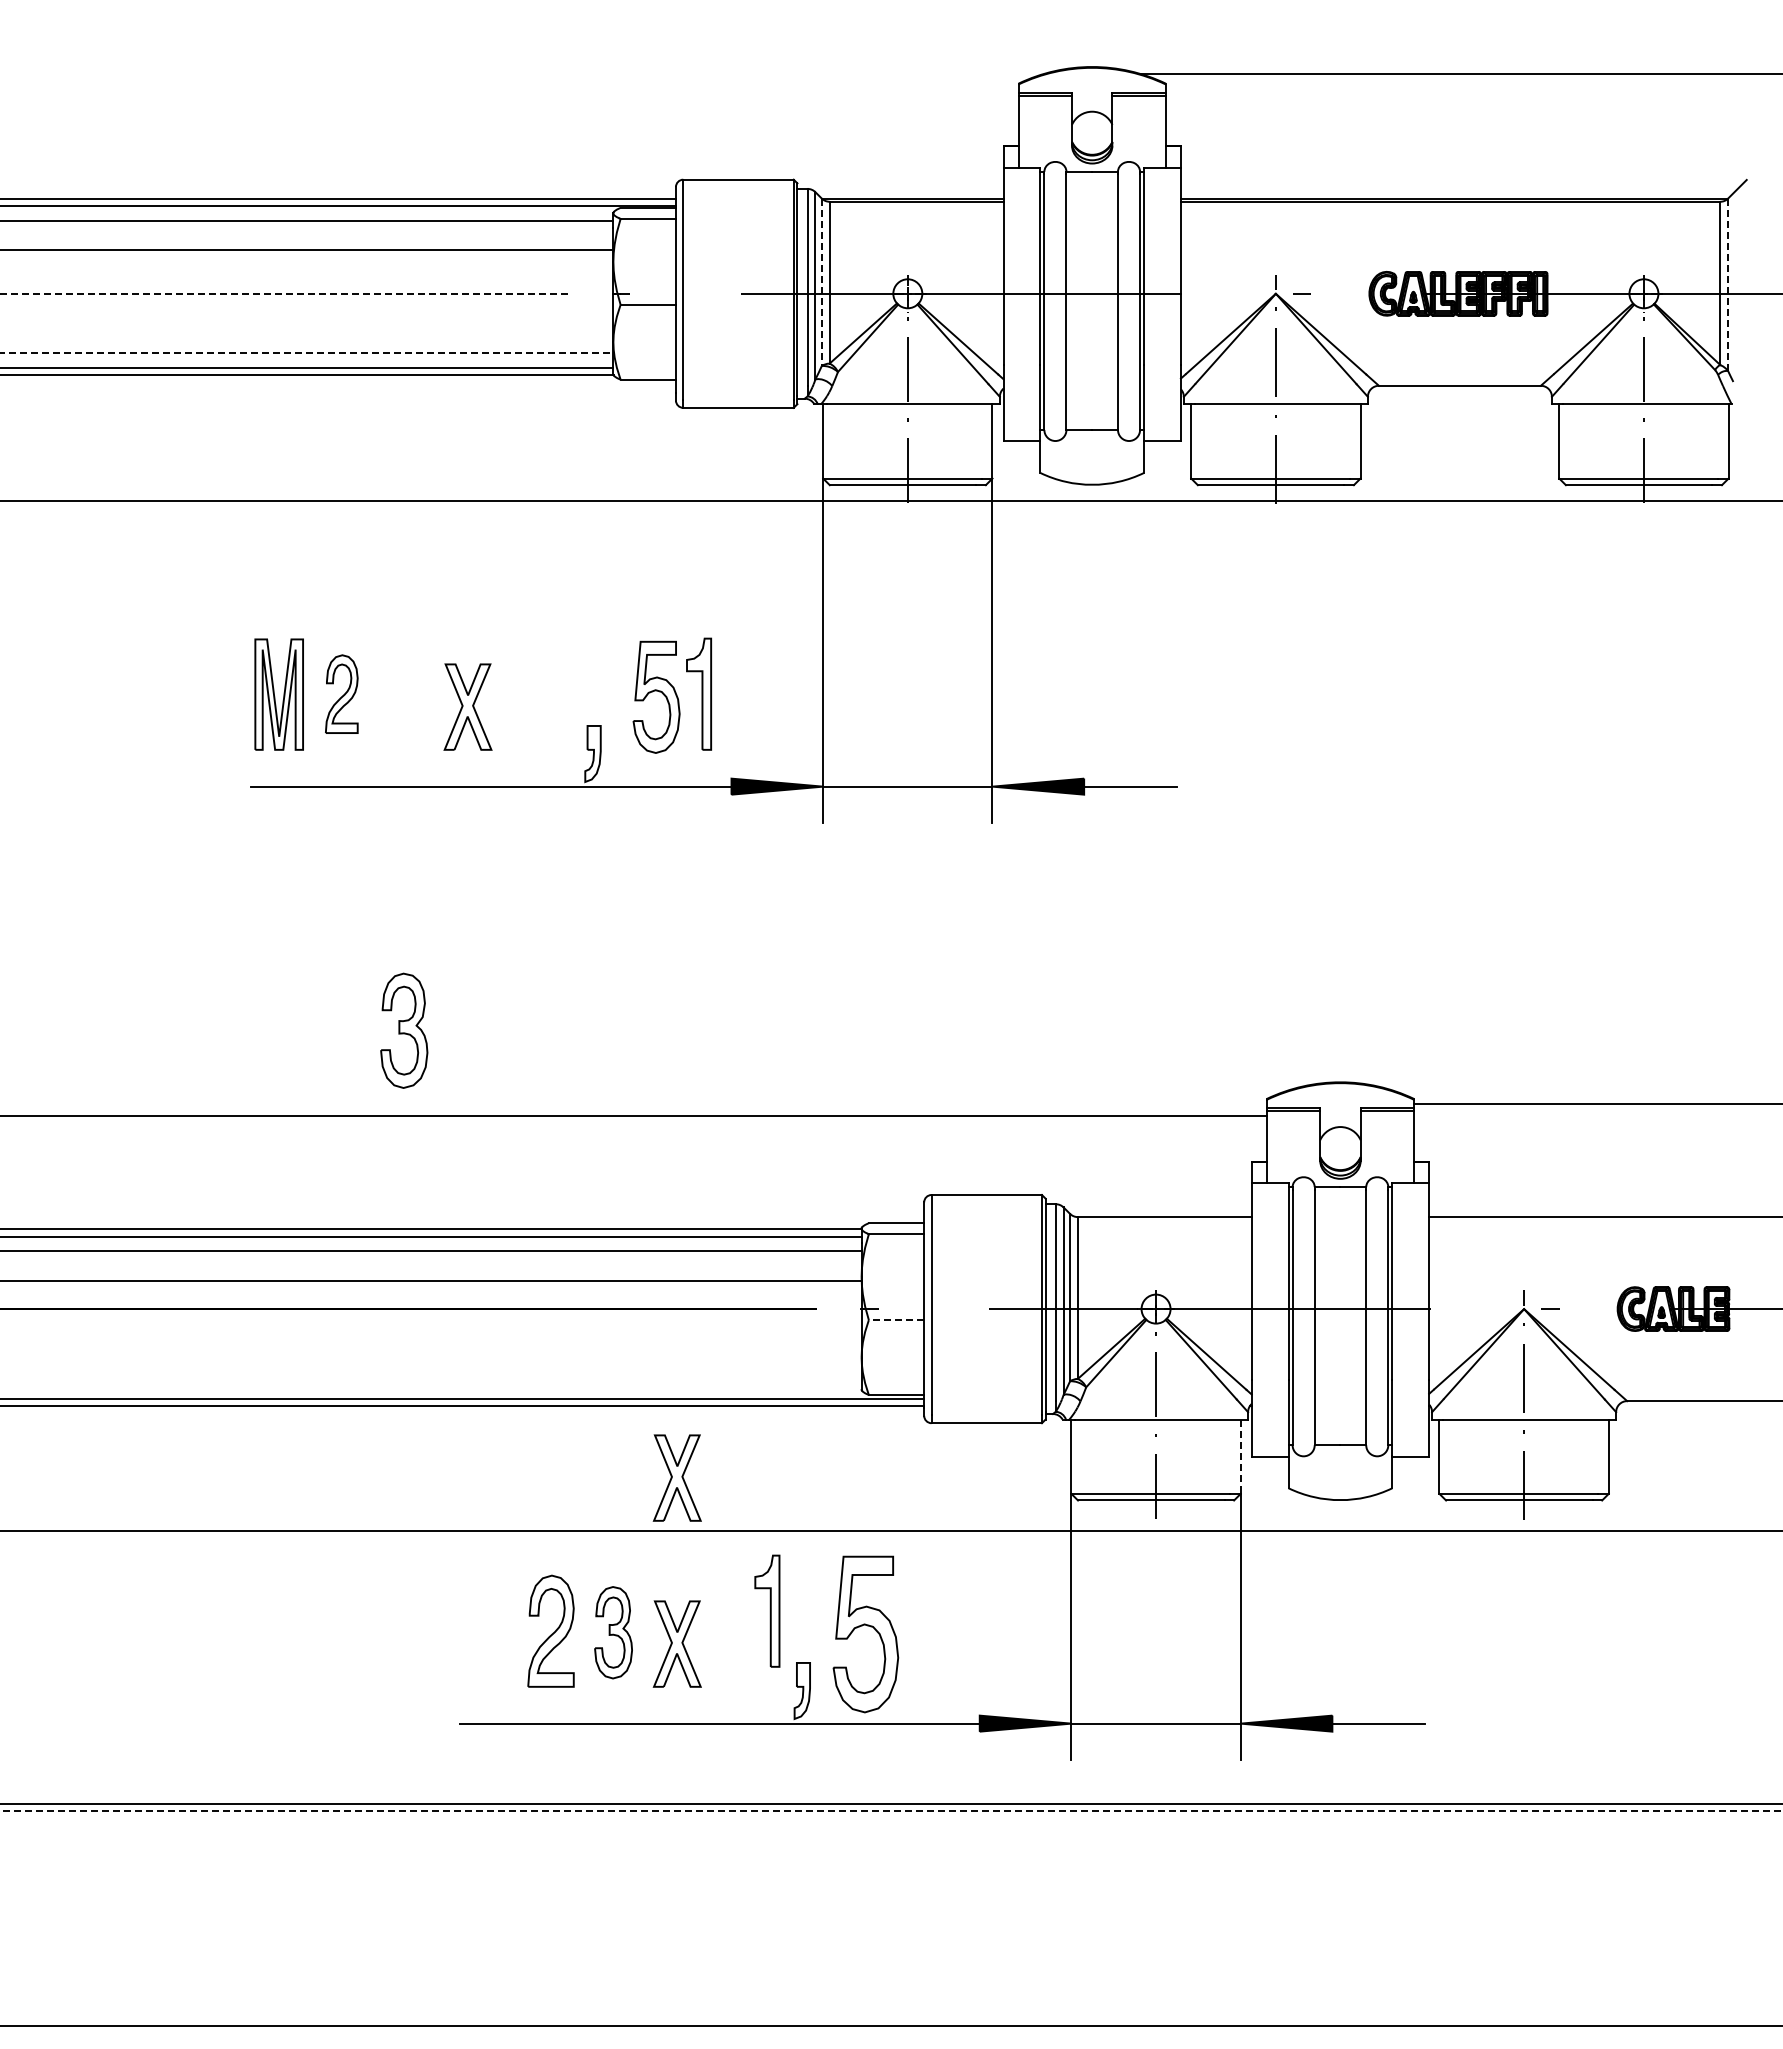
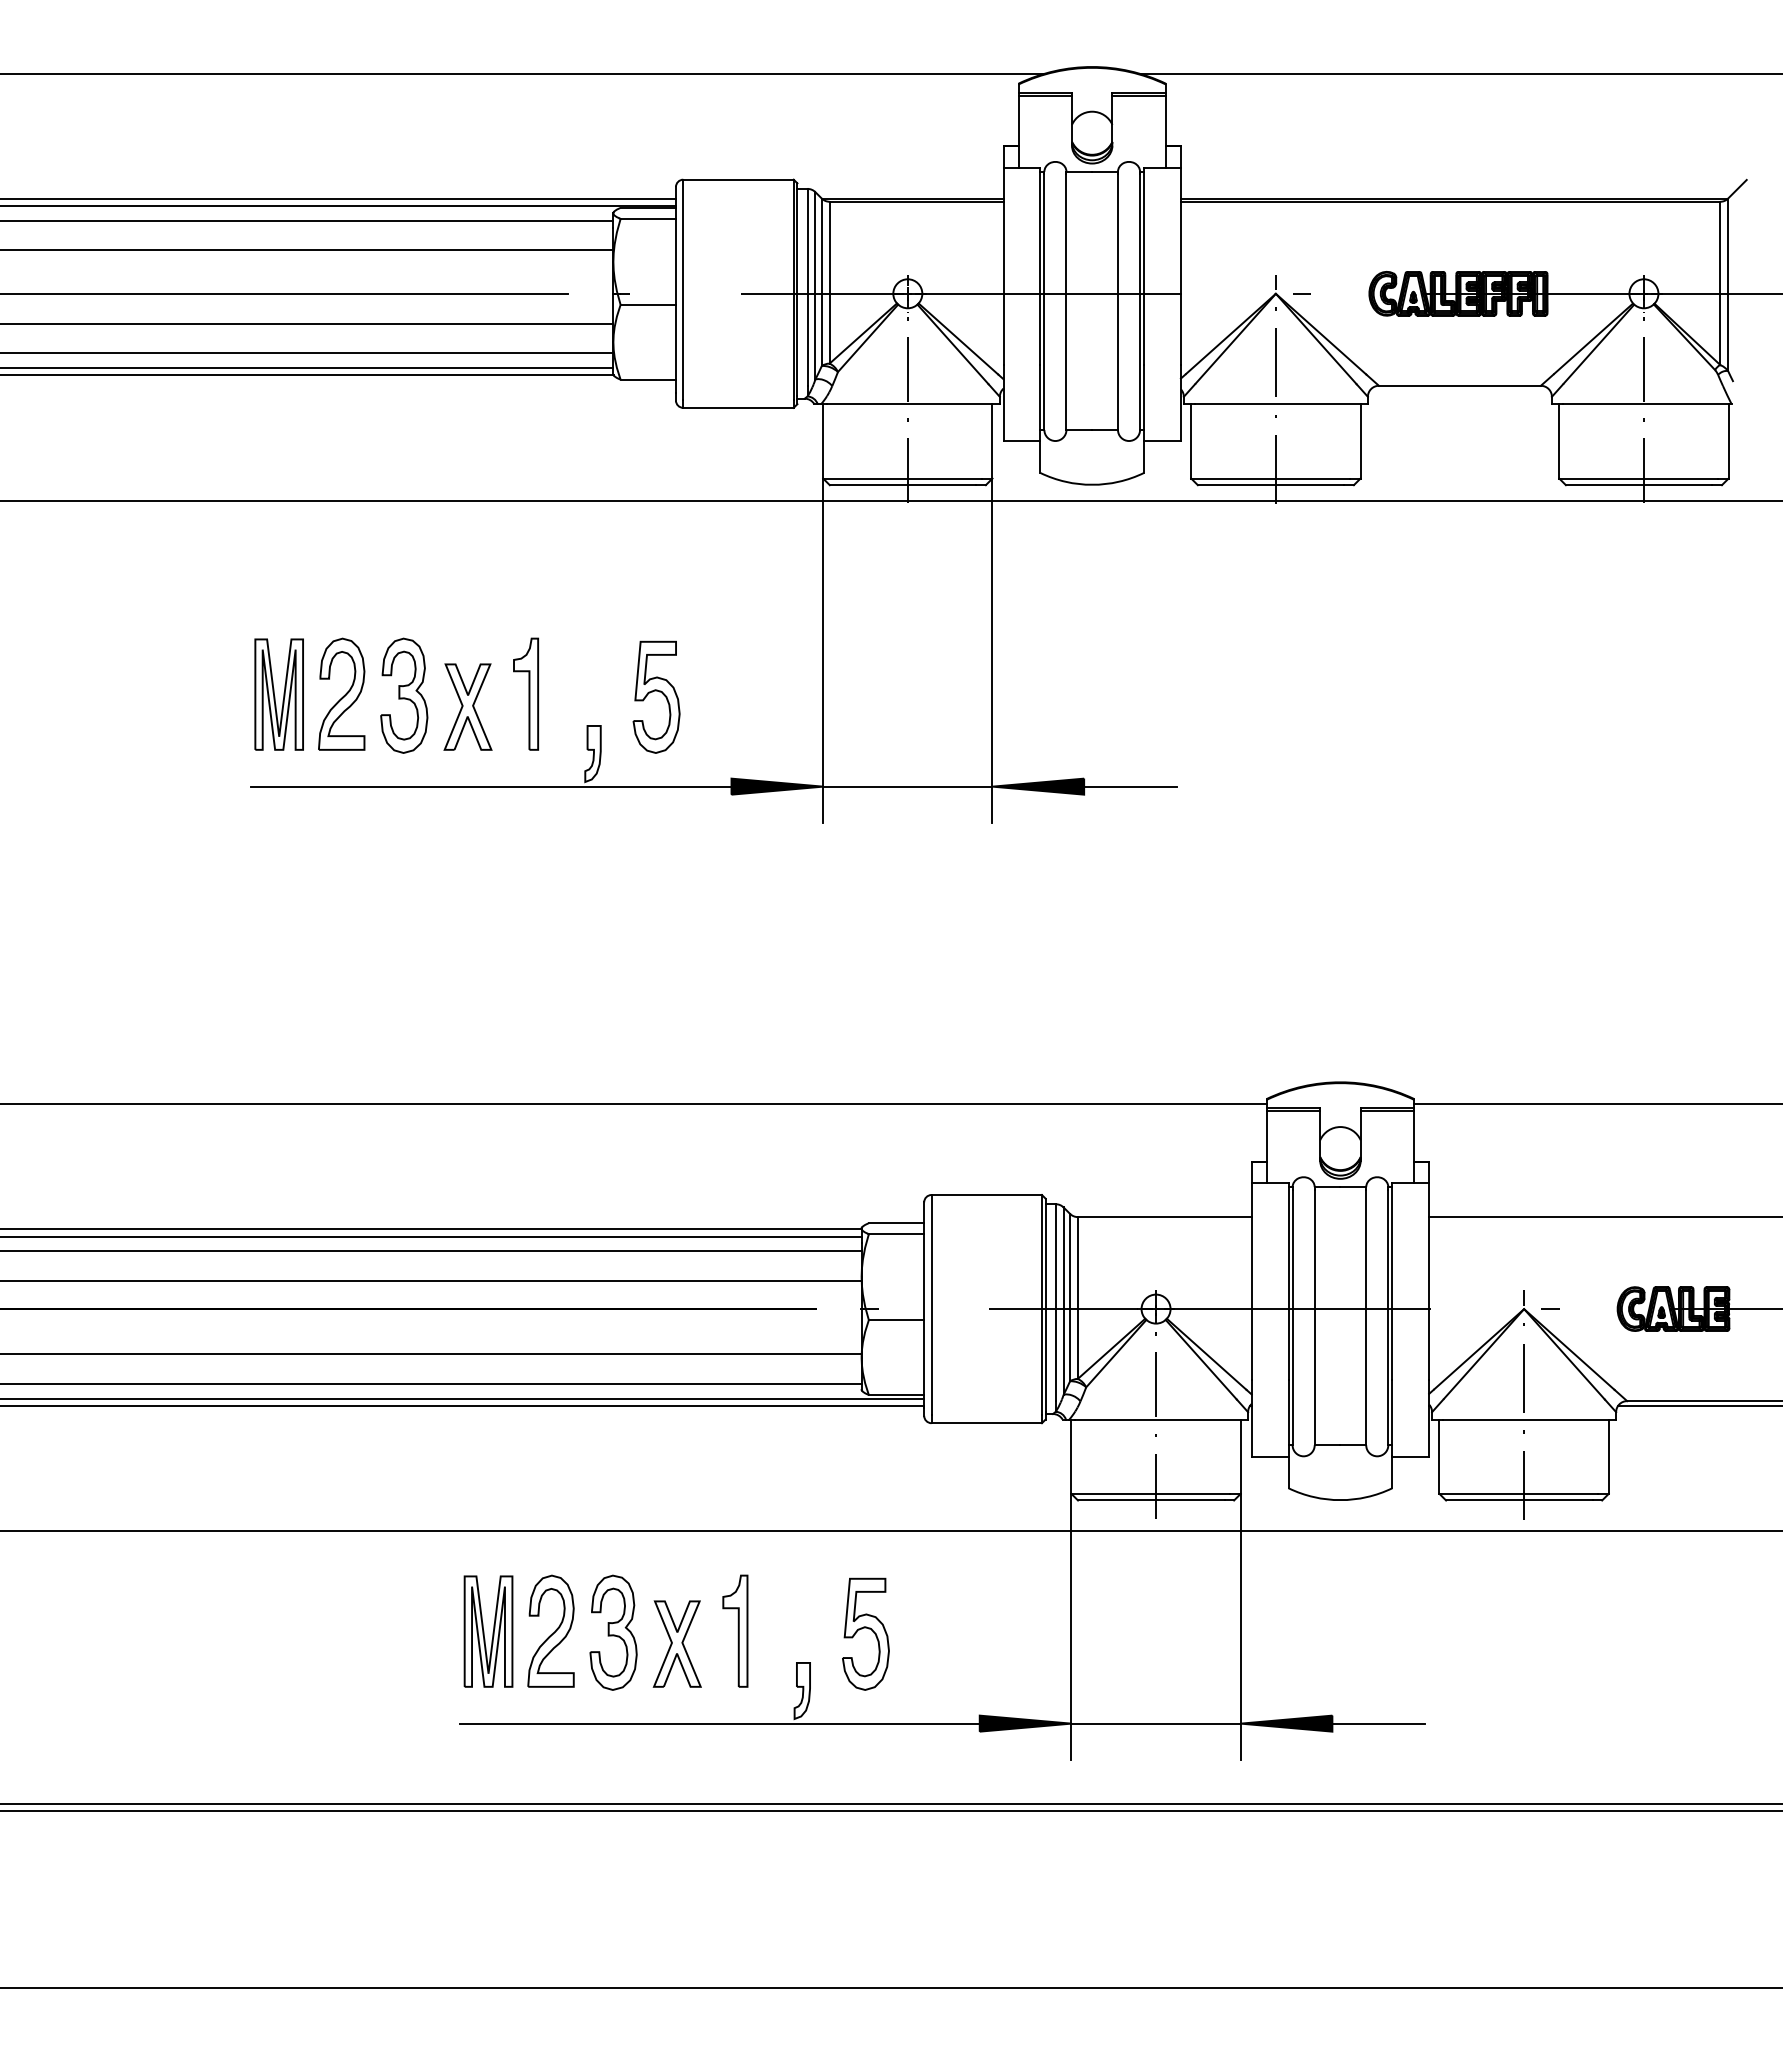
line at (523, 73): none -> present
line at (821, 282): dashed -> solid
line at (1728, 285): dashed -> solid
line at (284, 293): dashed -> solid
line at (307, 323): none -> present
line at (307, 353): dashed -> solid
part at (341, 693) size: 34x80 px -> 48x114 px
part at (698, 693) position: (698, 693) -> (525, 693)
part at (404, 1030) position: (404, 1030) -> (404, 695)
line at (634, 1116) position: (634, 1116) -> (634, 1104)
line at (896, 1320): dashed -> solid
line at (431, 1354): none -> present
line at (431, 1383): none -> present
line at (1698, 1406): none -> present
line at (1240, 1457): dashed -> solid
part at (676, 1477): present -> none
part at (767, 1610) position: (767, 1610) -> (735, 1630)
part at (488, 1631): none -> present
part at (613, 1632) size: 39x94 px -> 49x117 px
part at (865, 1634) size: 68x159 px -> 48x114 px
line at (891, 1810): dashed -> solid
line at (890, 2025) position: (890, 2025) -> (890, 1987)
